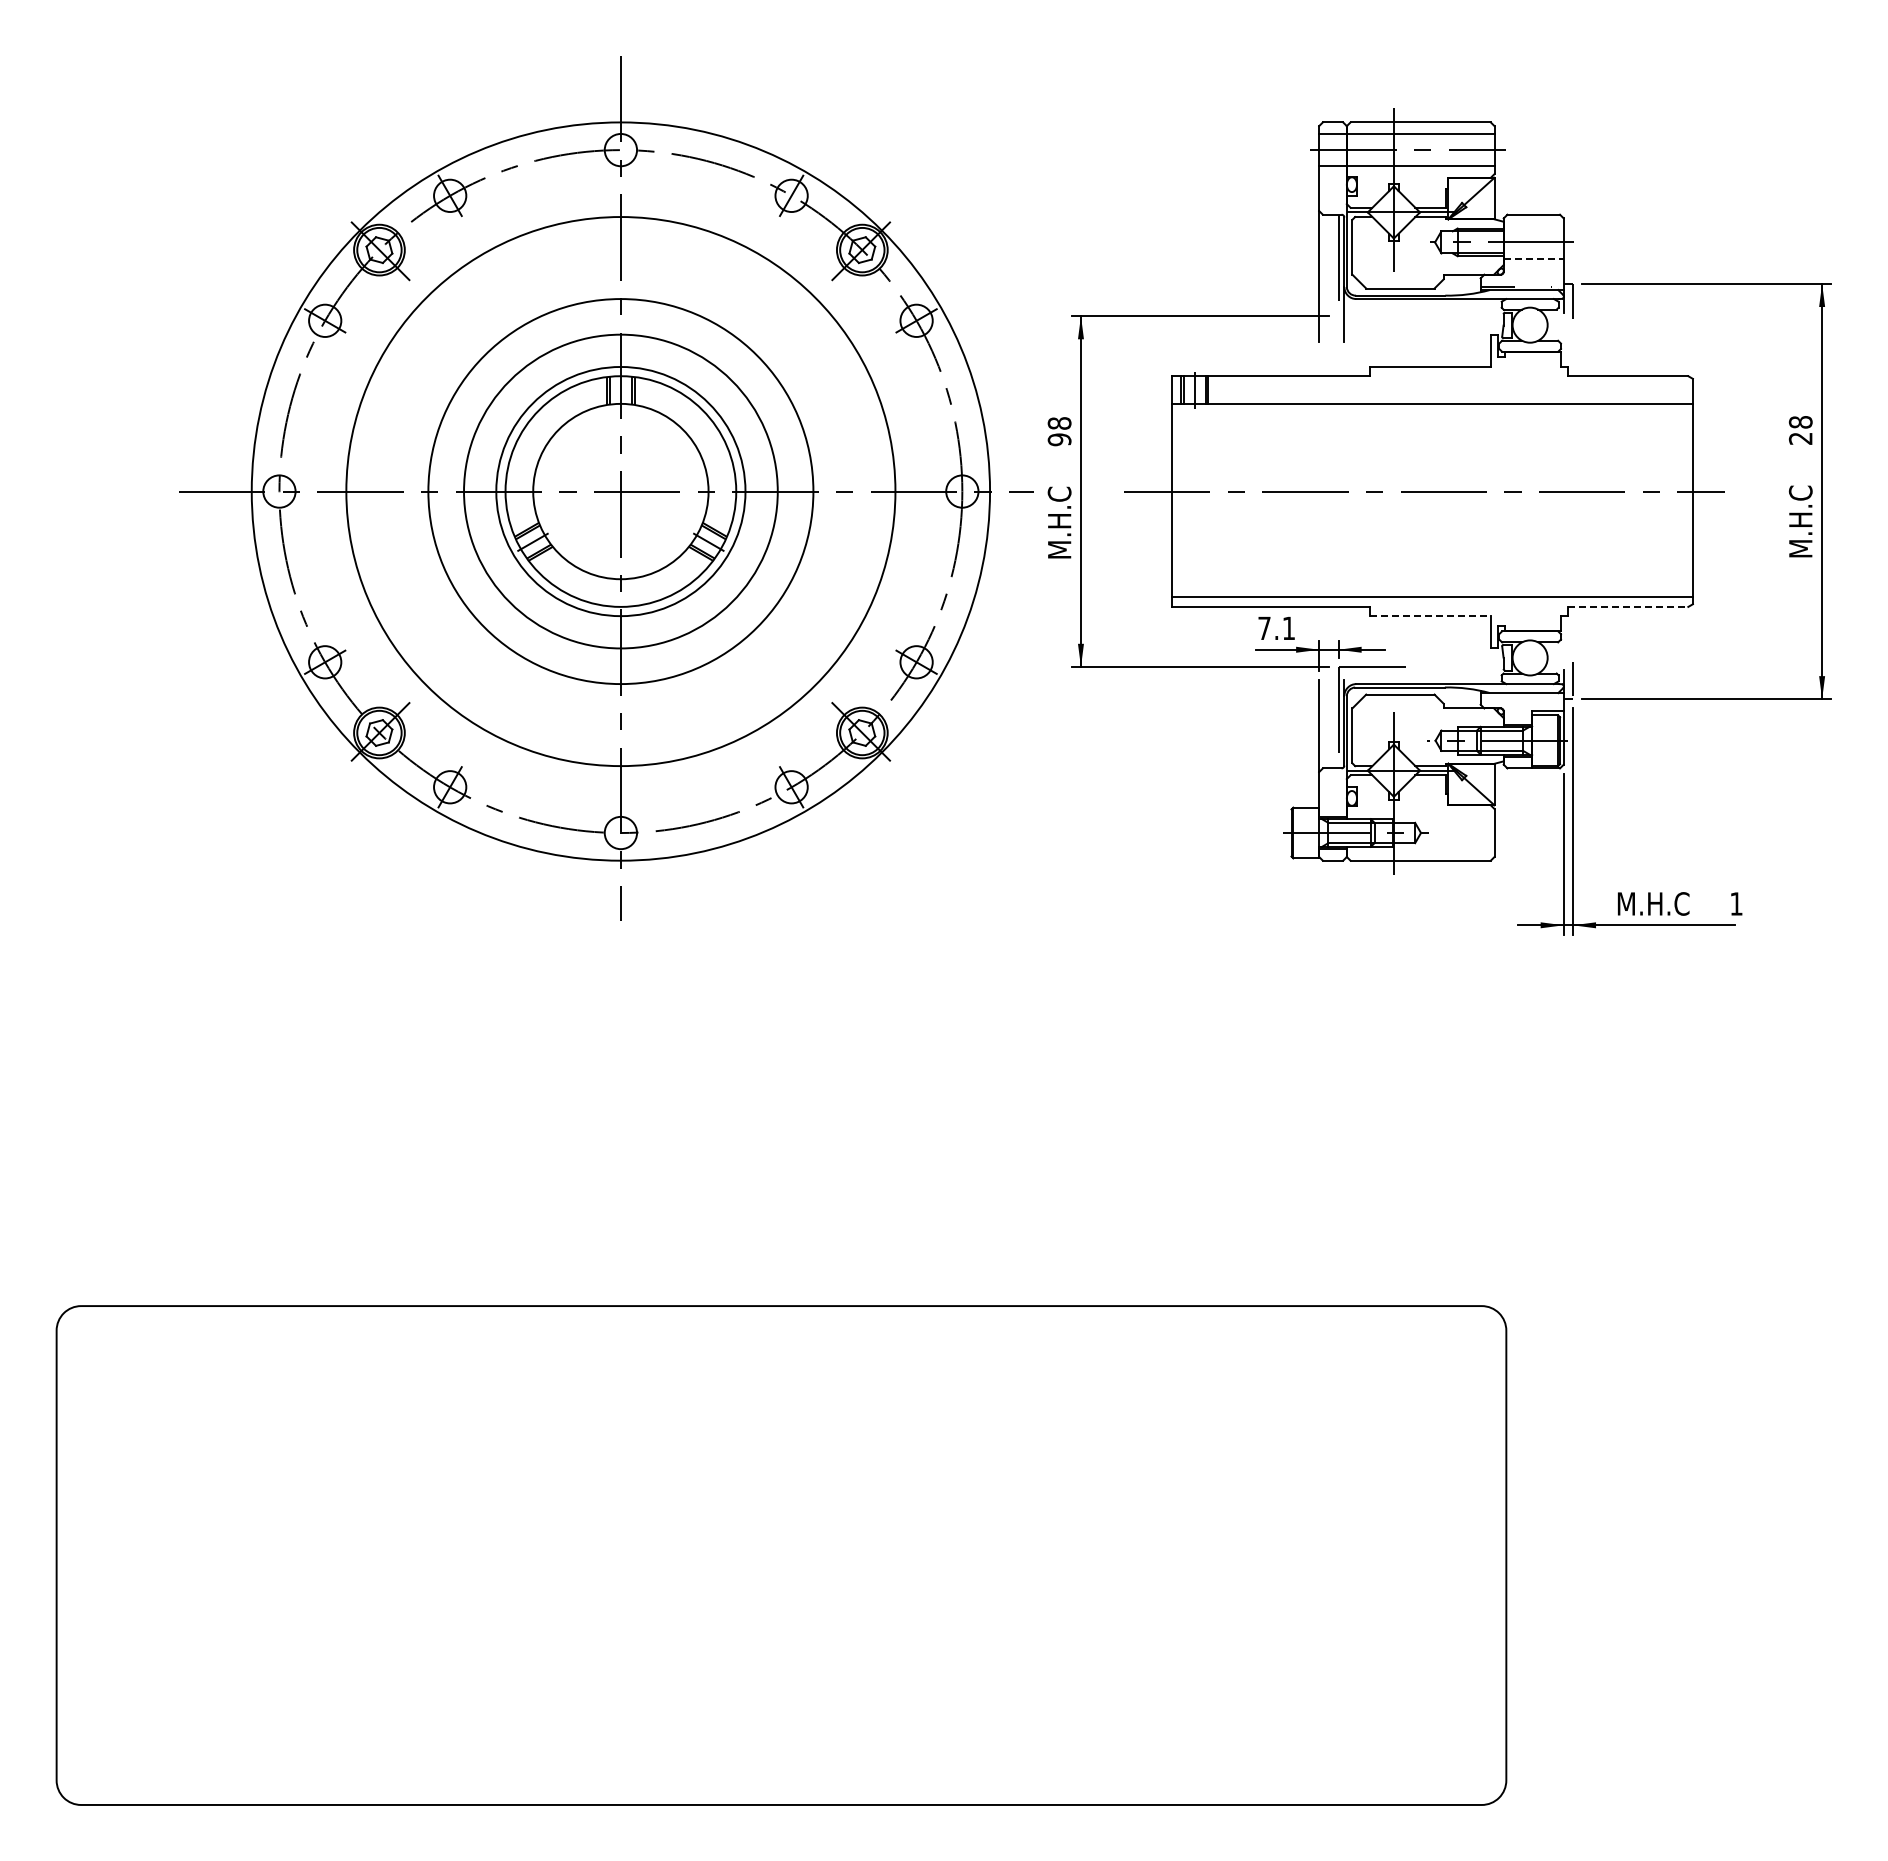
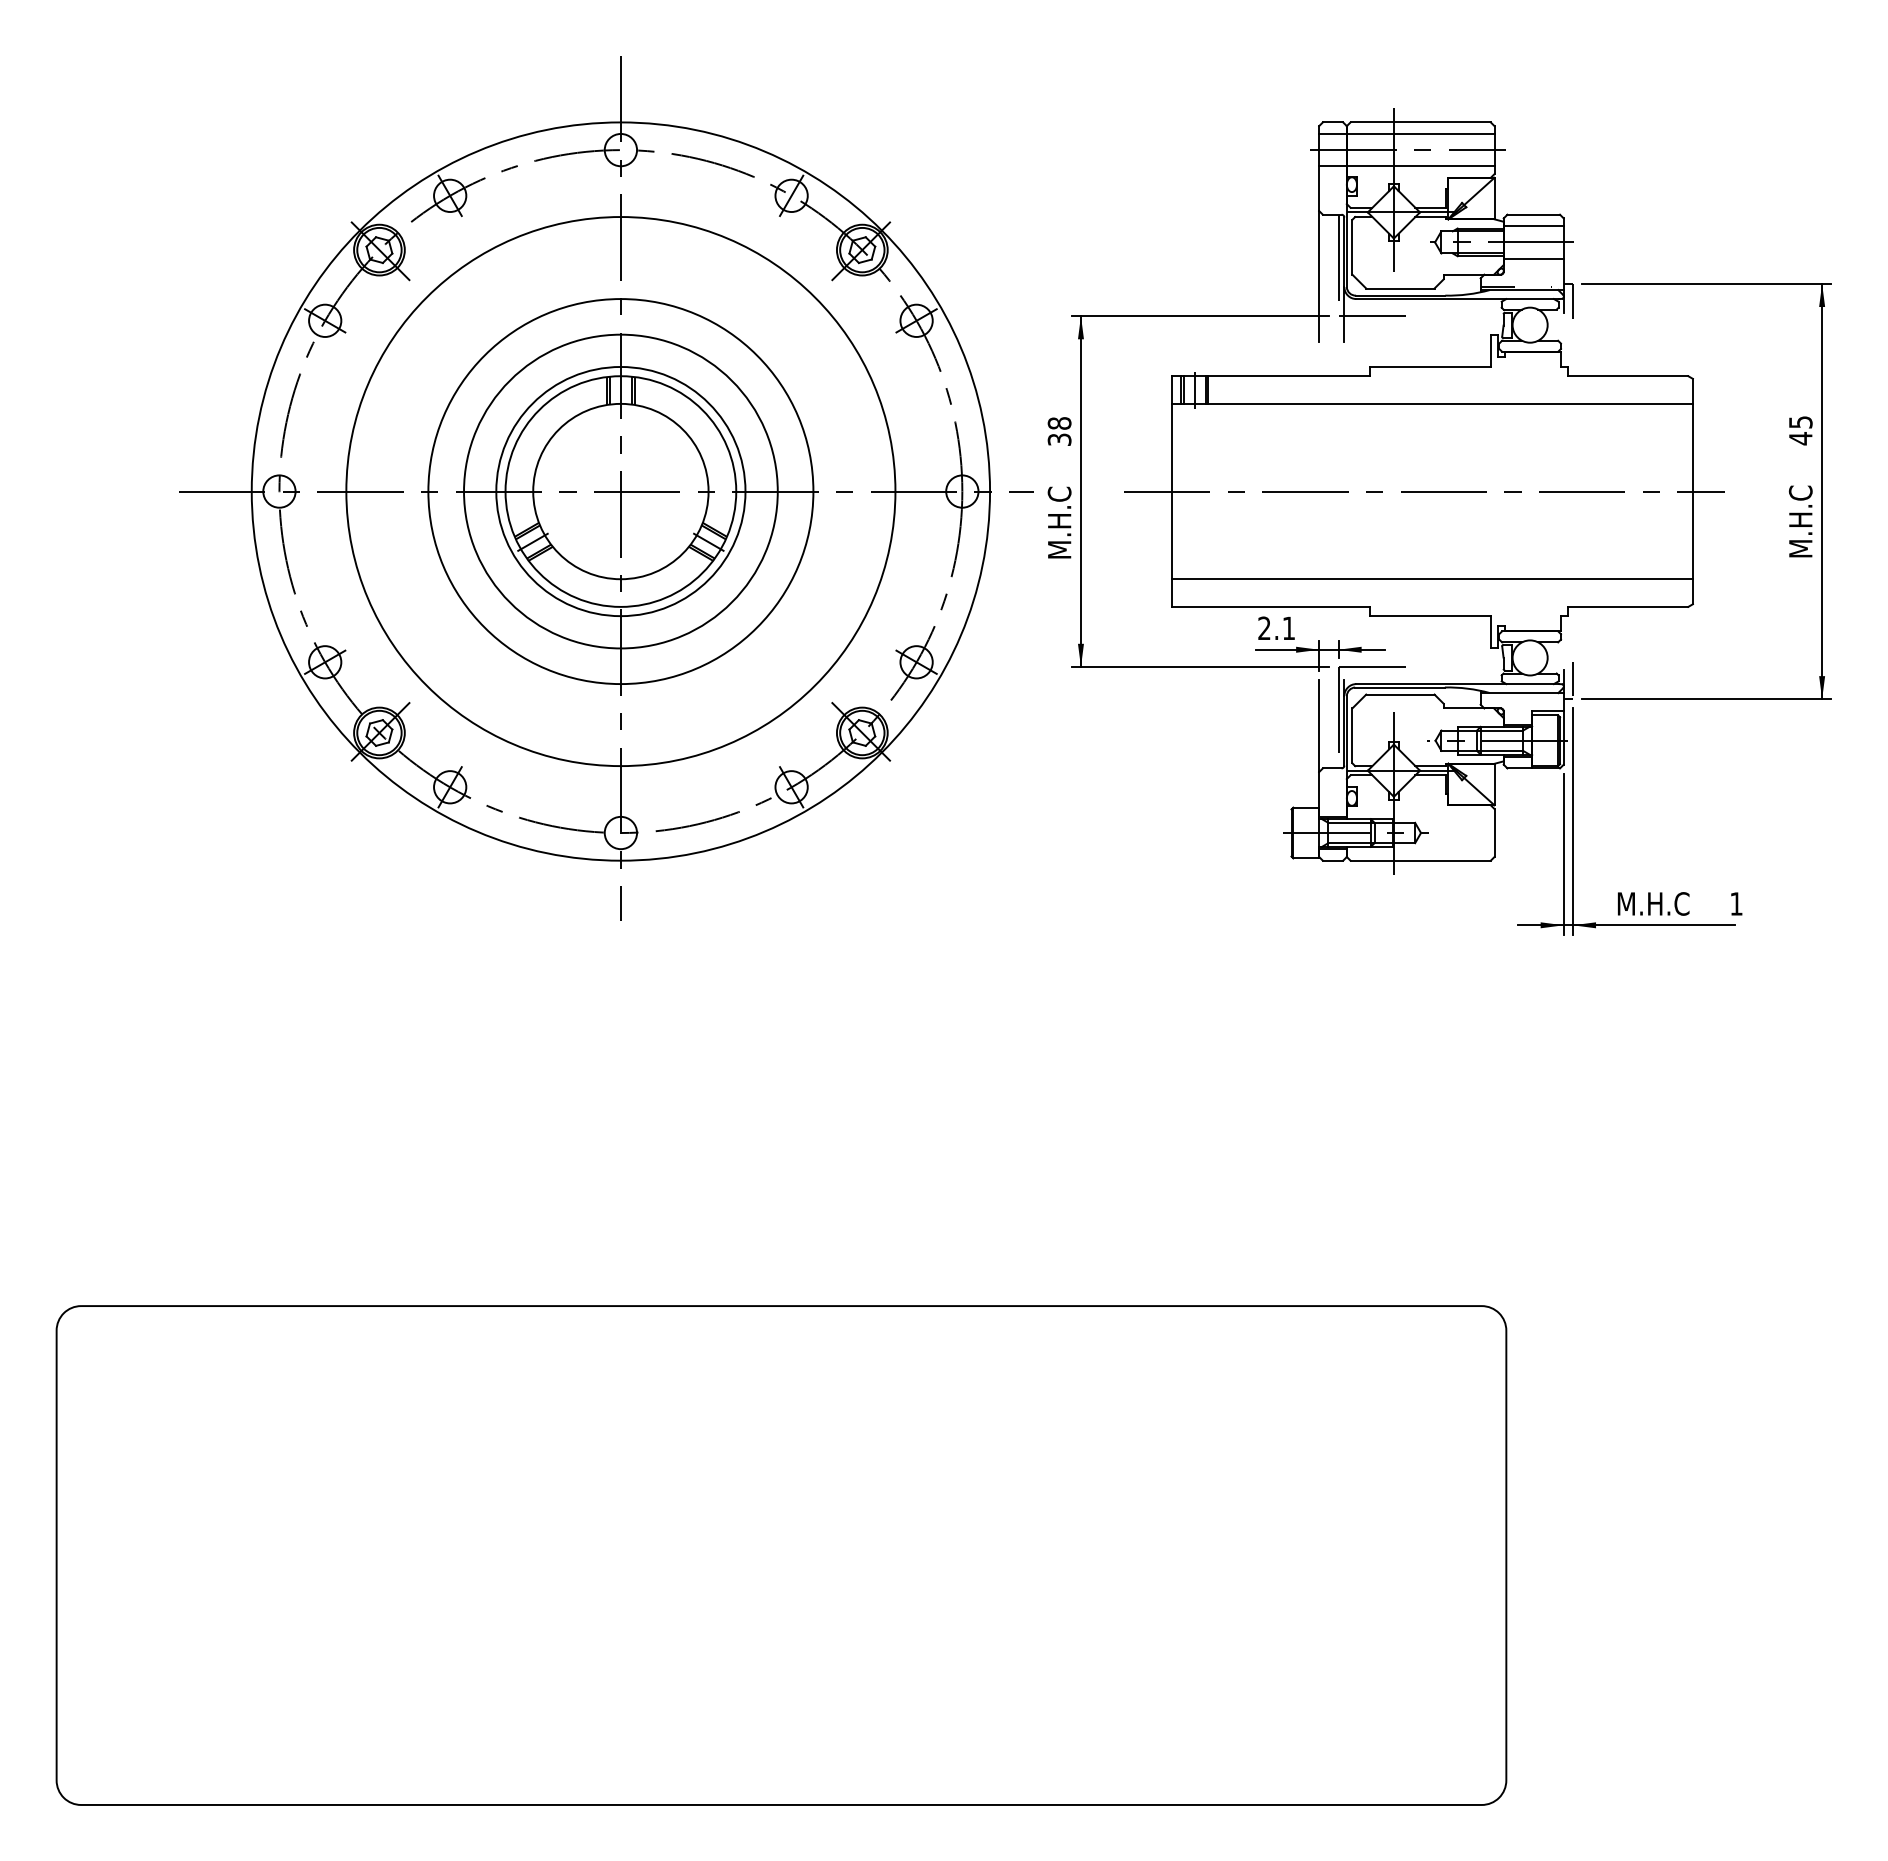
line at (1533, 226): none -> present
line at (1533, 258): dashed -> solid
line at (1371, 316): none -> present
text at (1800, 430): 28 -> 45
text at (1059, 439): 98 -> 38
line at (1431, 597) position: (1431, 597) -> (1431, 579)
line at (1628, 606): dashed -> solid
line at (1430, 616): dashed -> solid
text at (1264, 627): 7.1 -> 2.1
